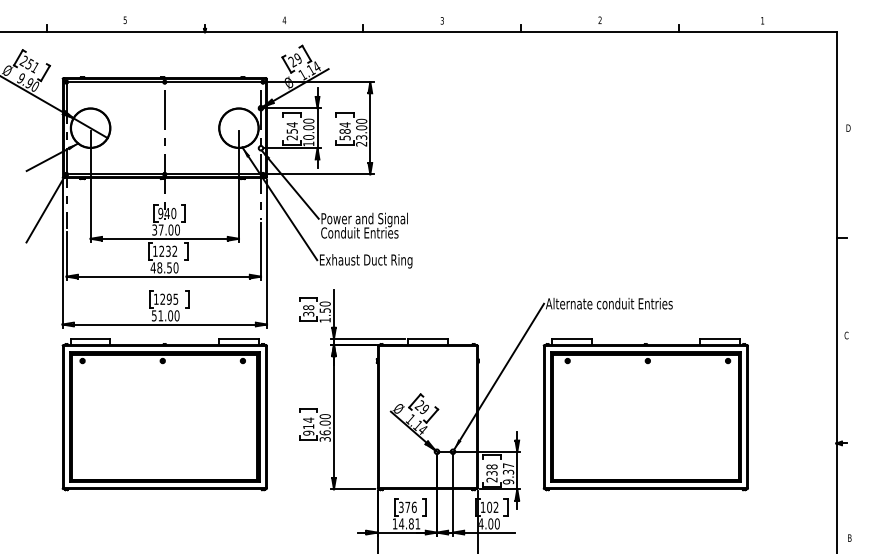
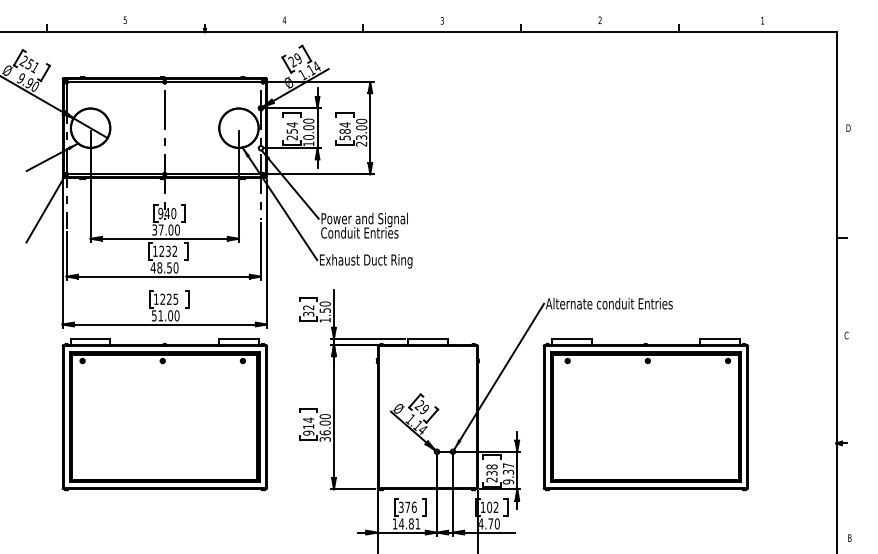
text at (168, 298): 1295 -> 1225
text at (308, 307): 38 -> 32
text at (490, 523): 4.00 -> 4.70
